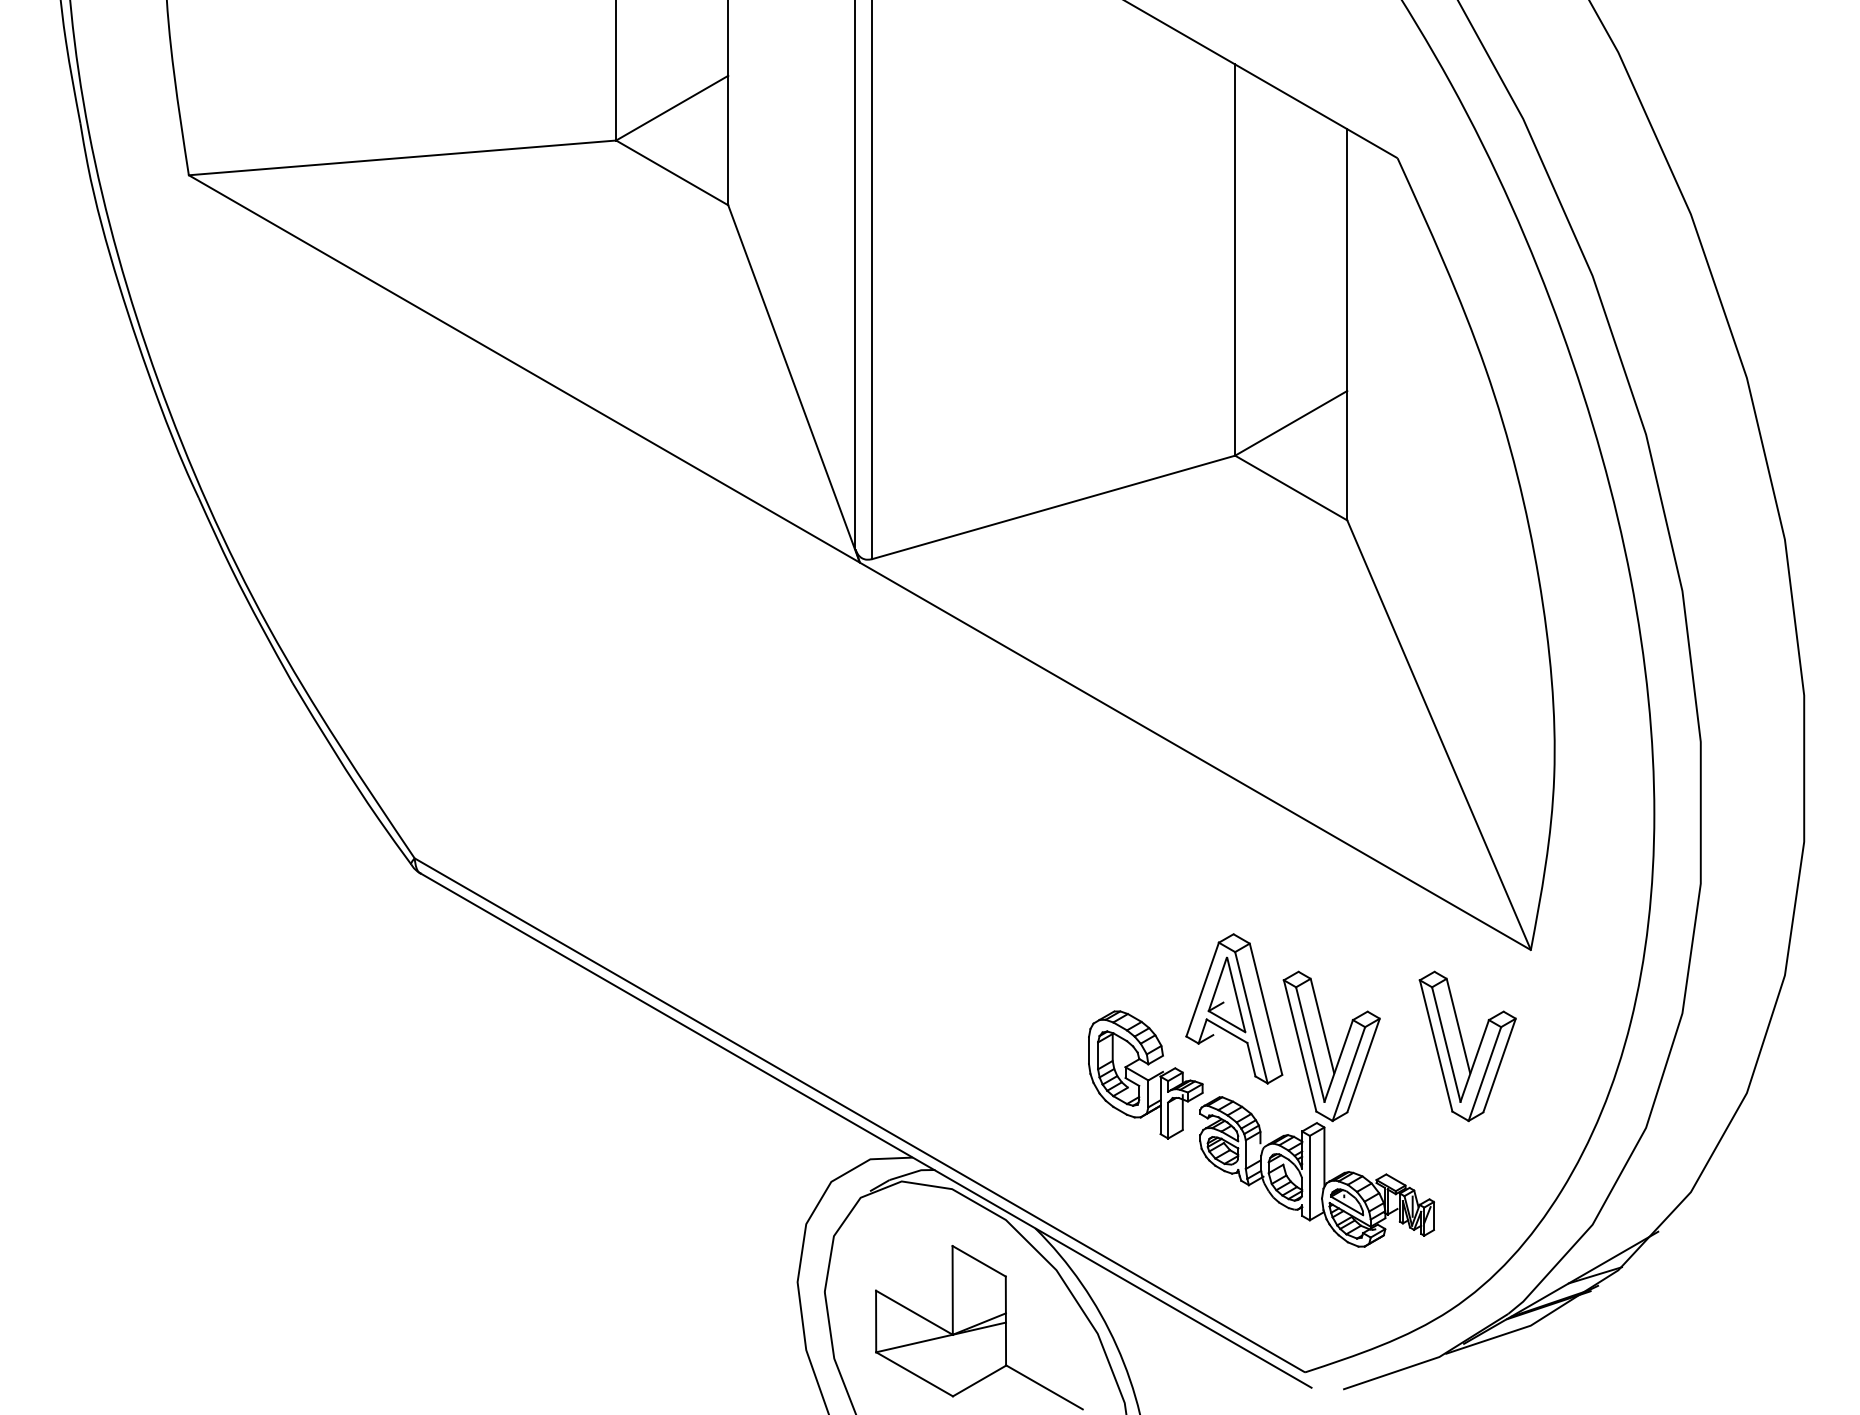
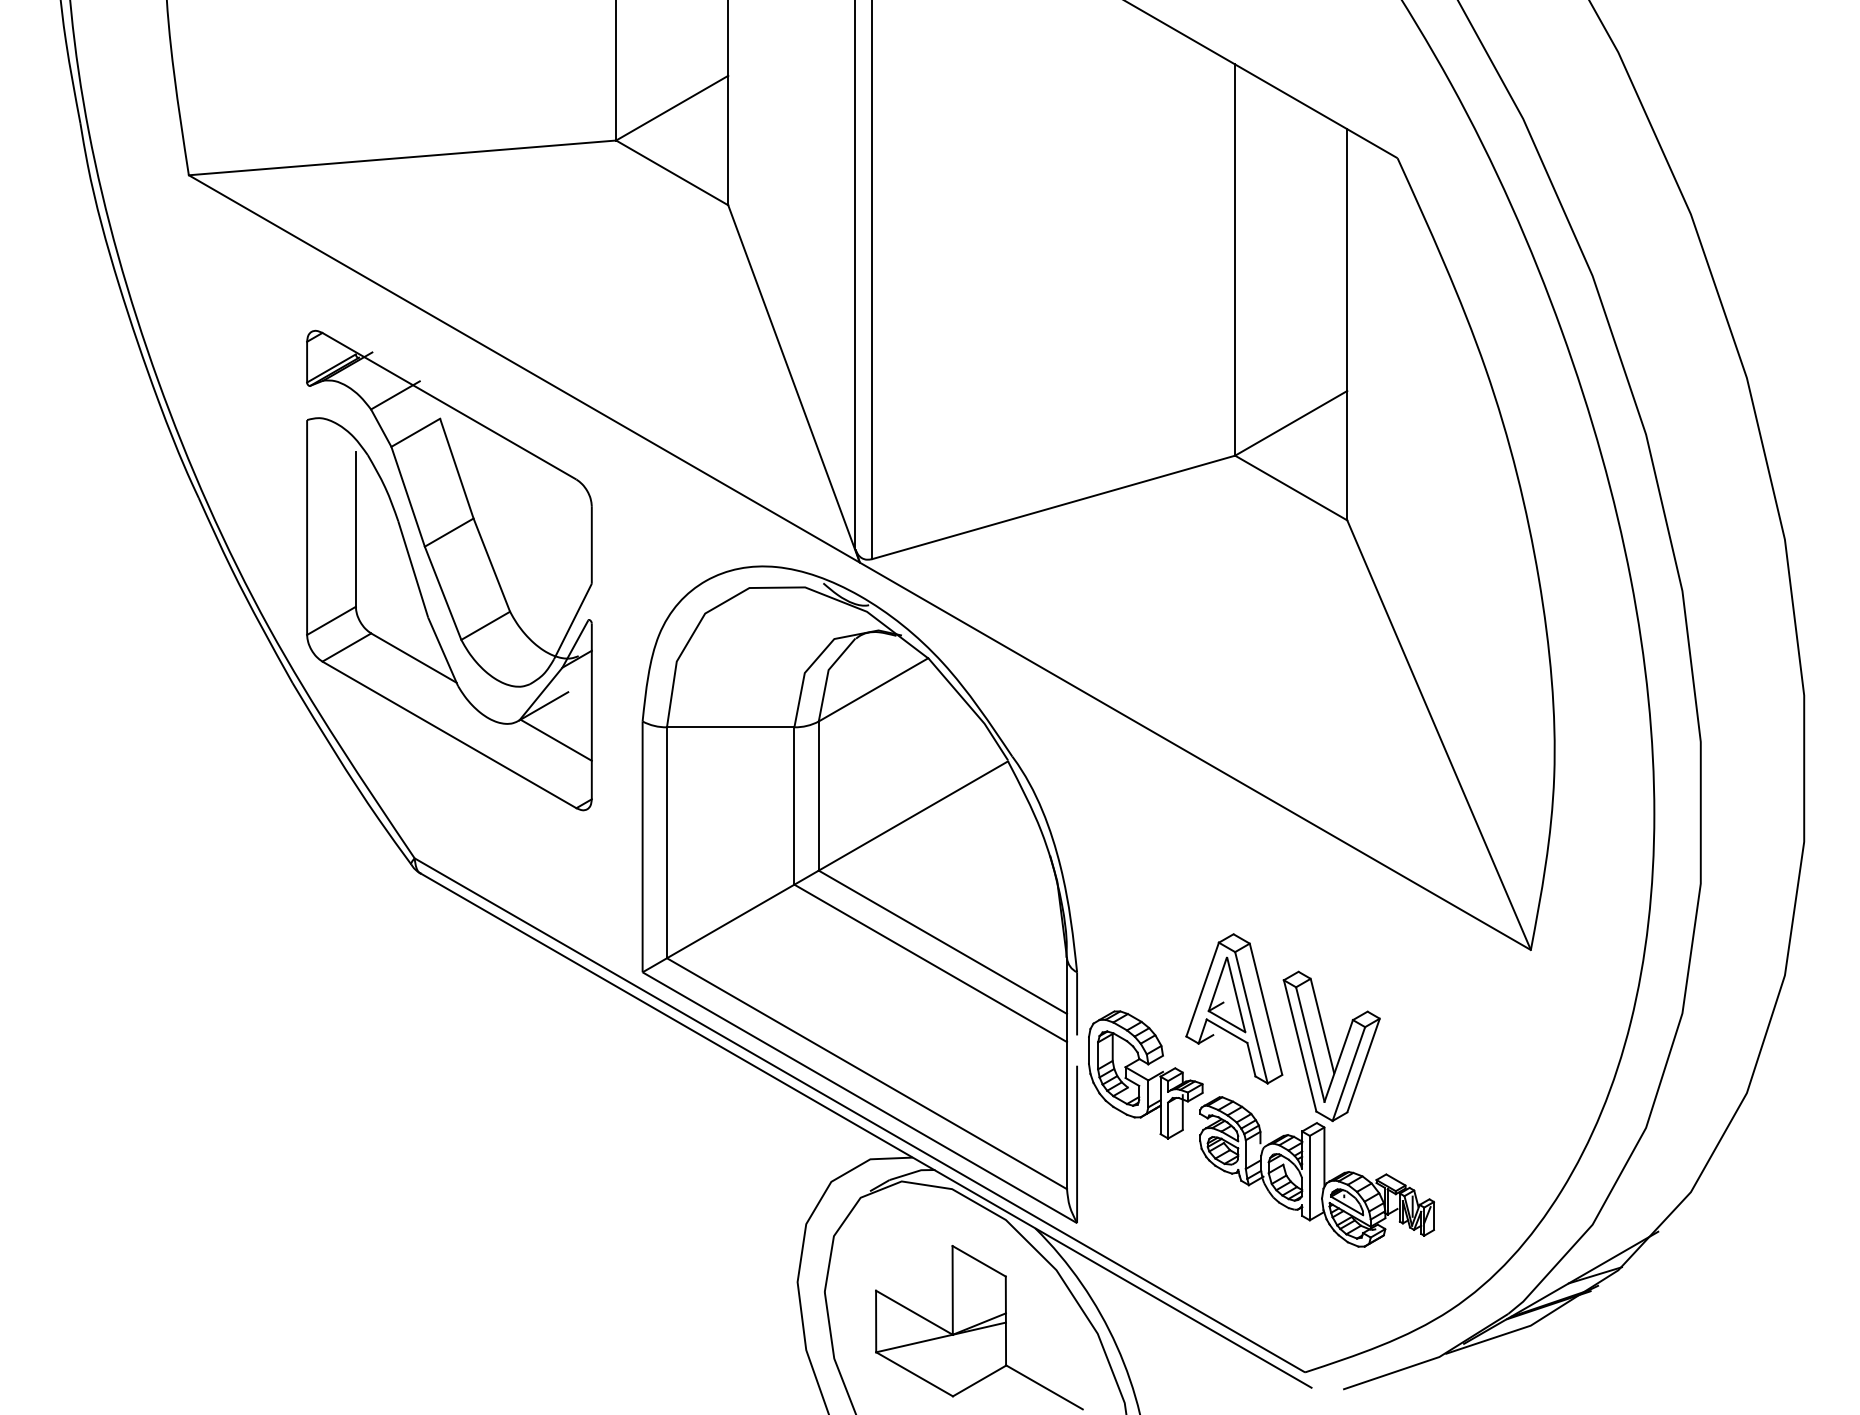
part at (449, 570): none -> present
part at (859, 894): none -> present
part at (1467, 1046): present -> none
